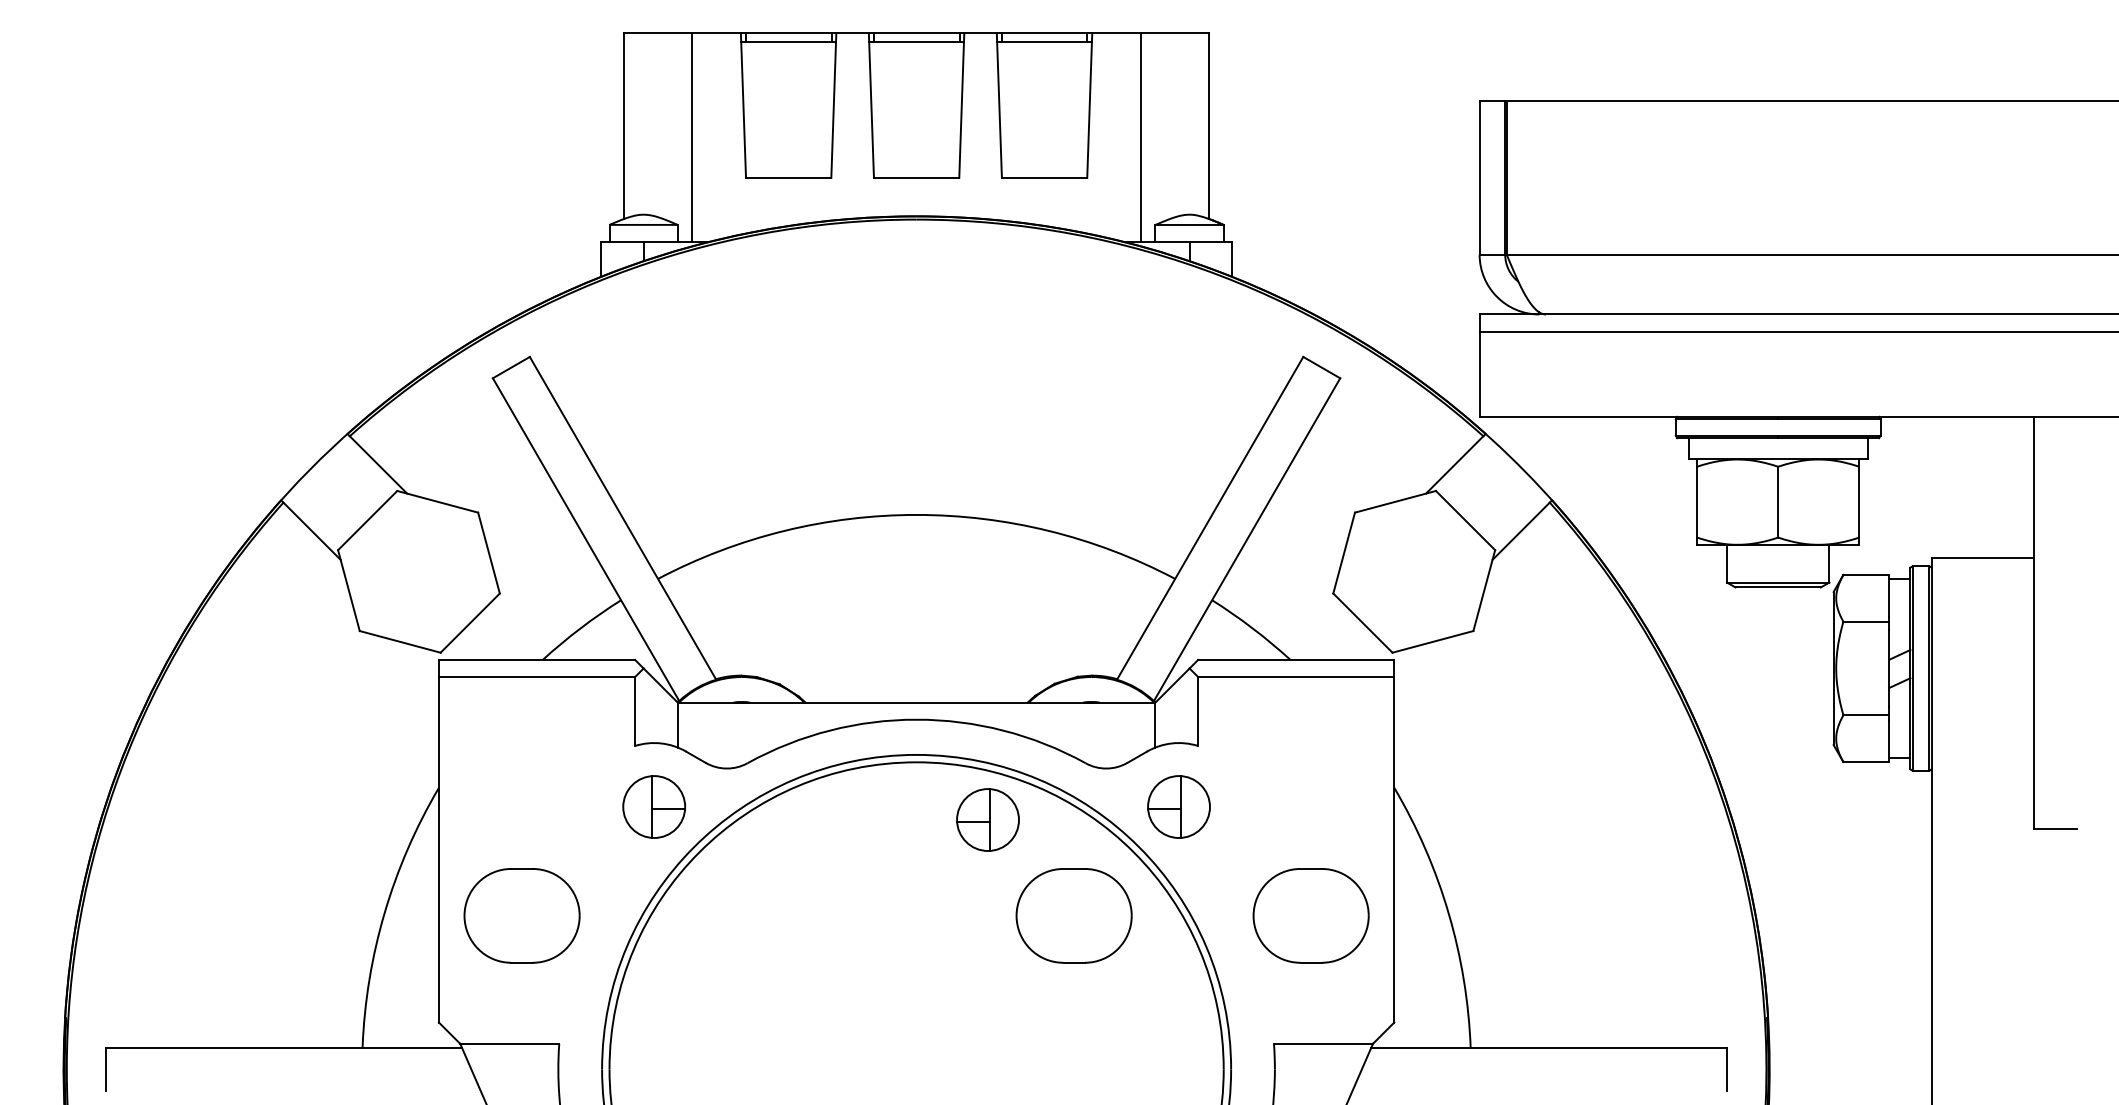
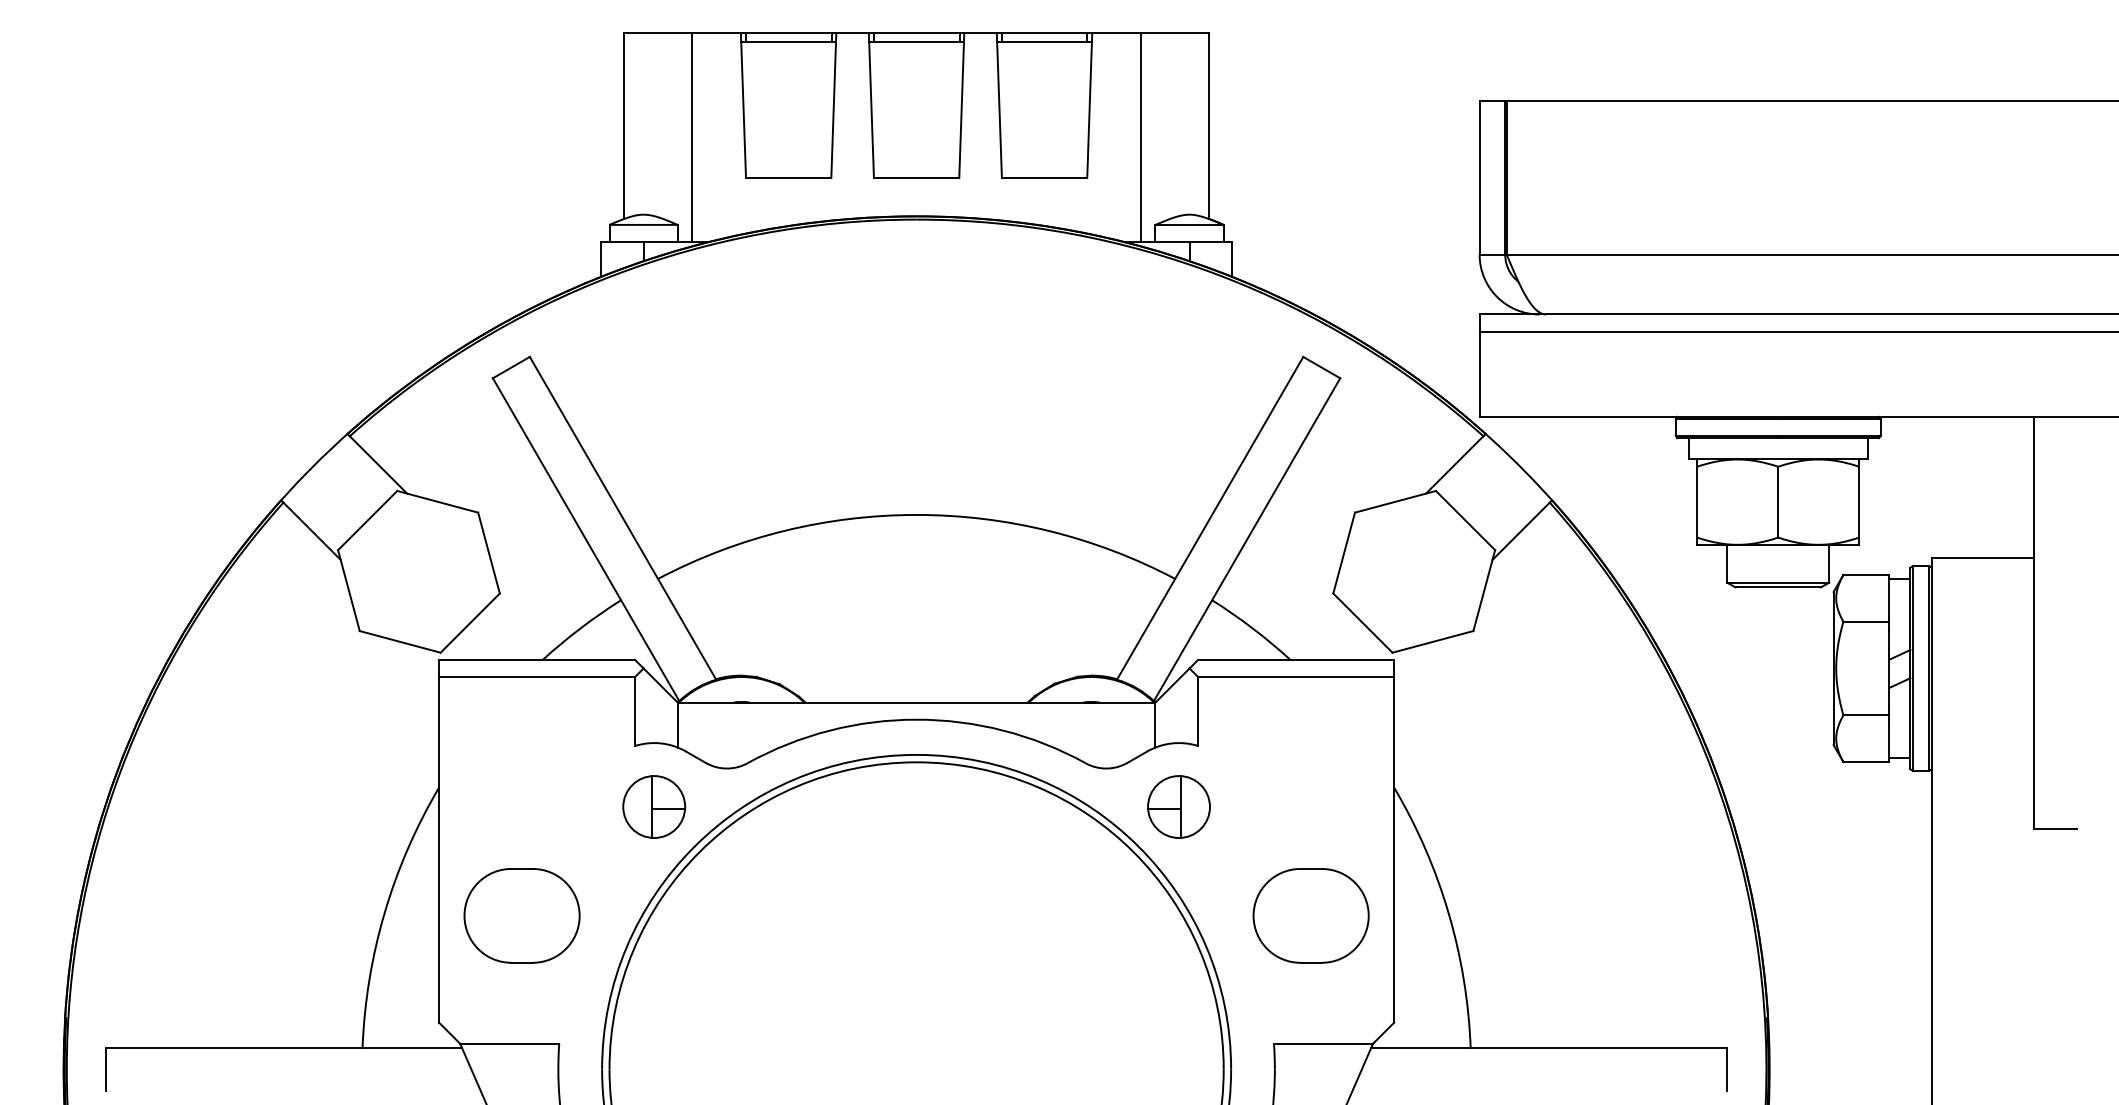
part at (987, 819): present -> none
part at (1073, 915): present -> none
